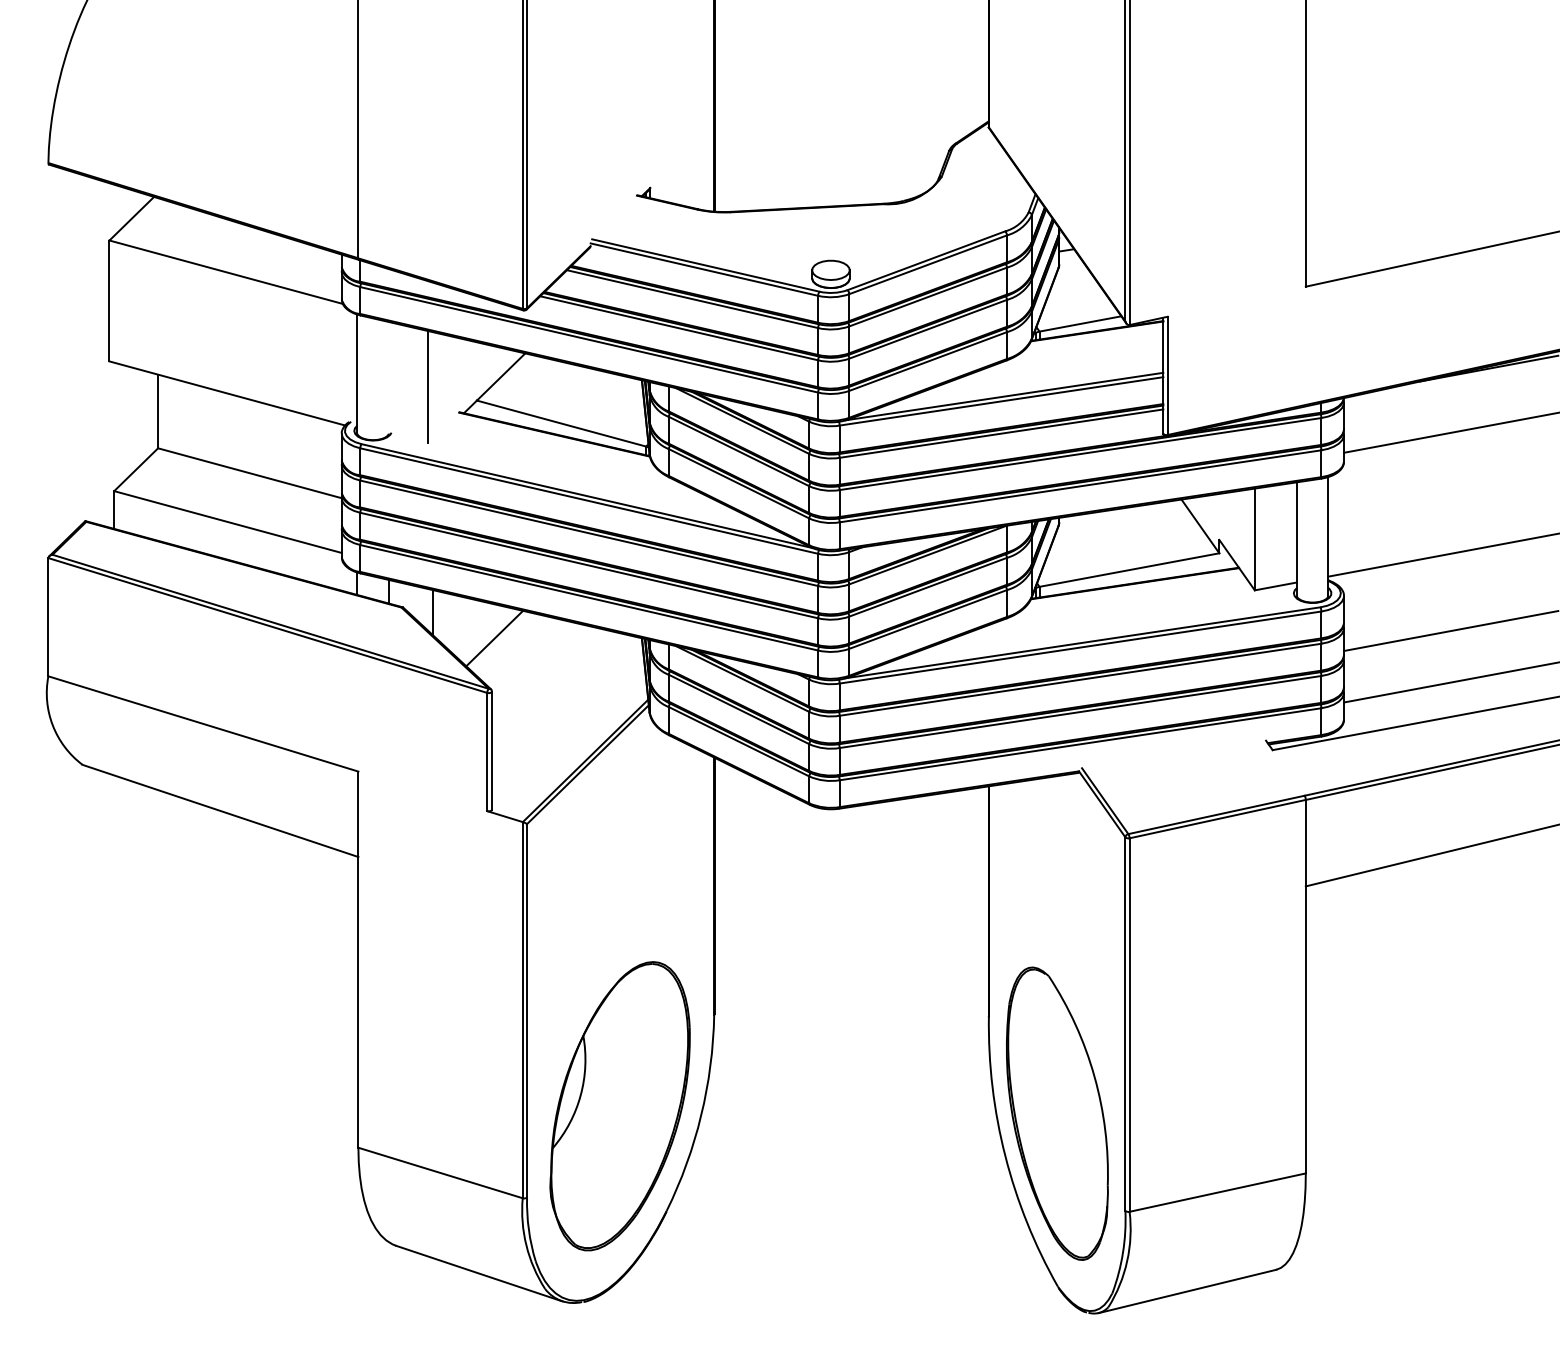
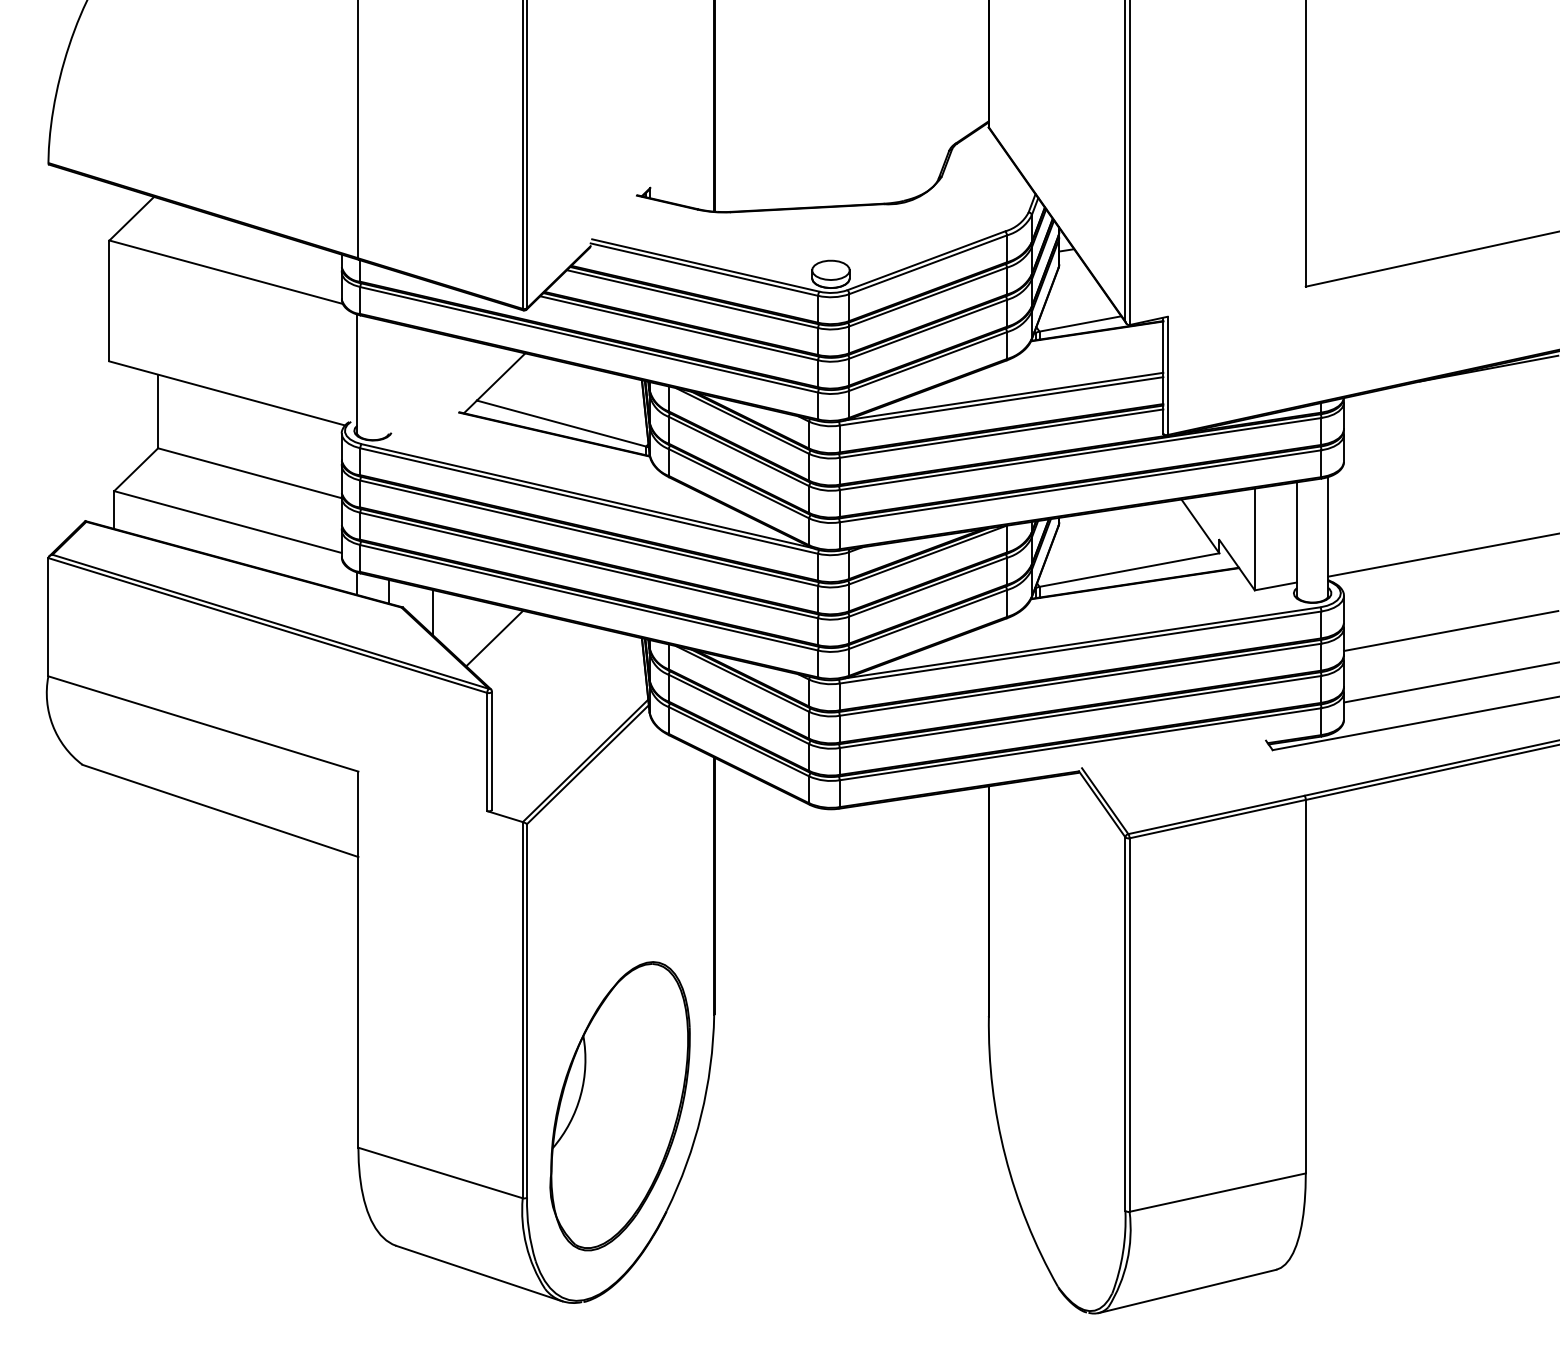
line at (428, 386): present -> none
line at (1450, 432): present -> none
line at (1430, 855): present -> none
part at (1057, 1113): present -> none
